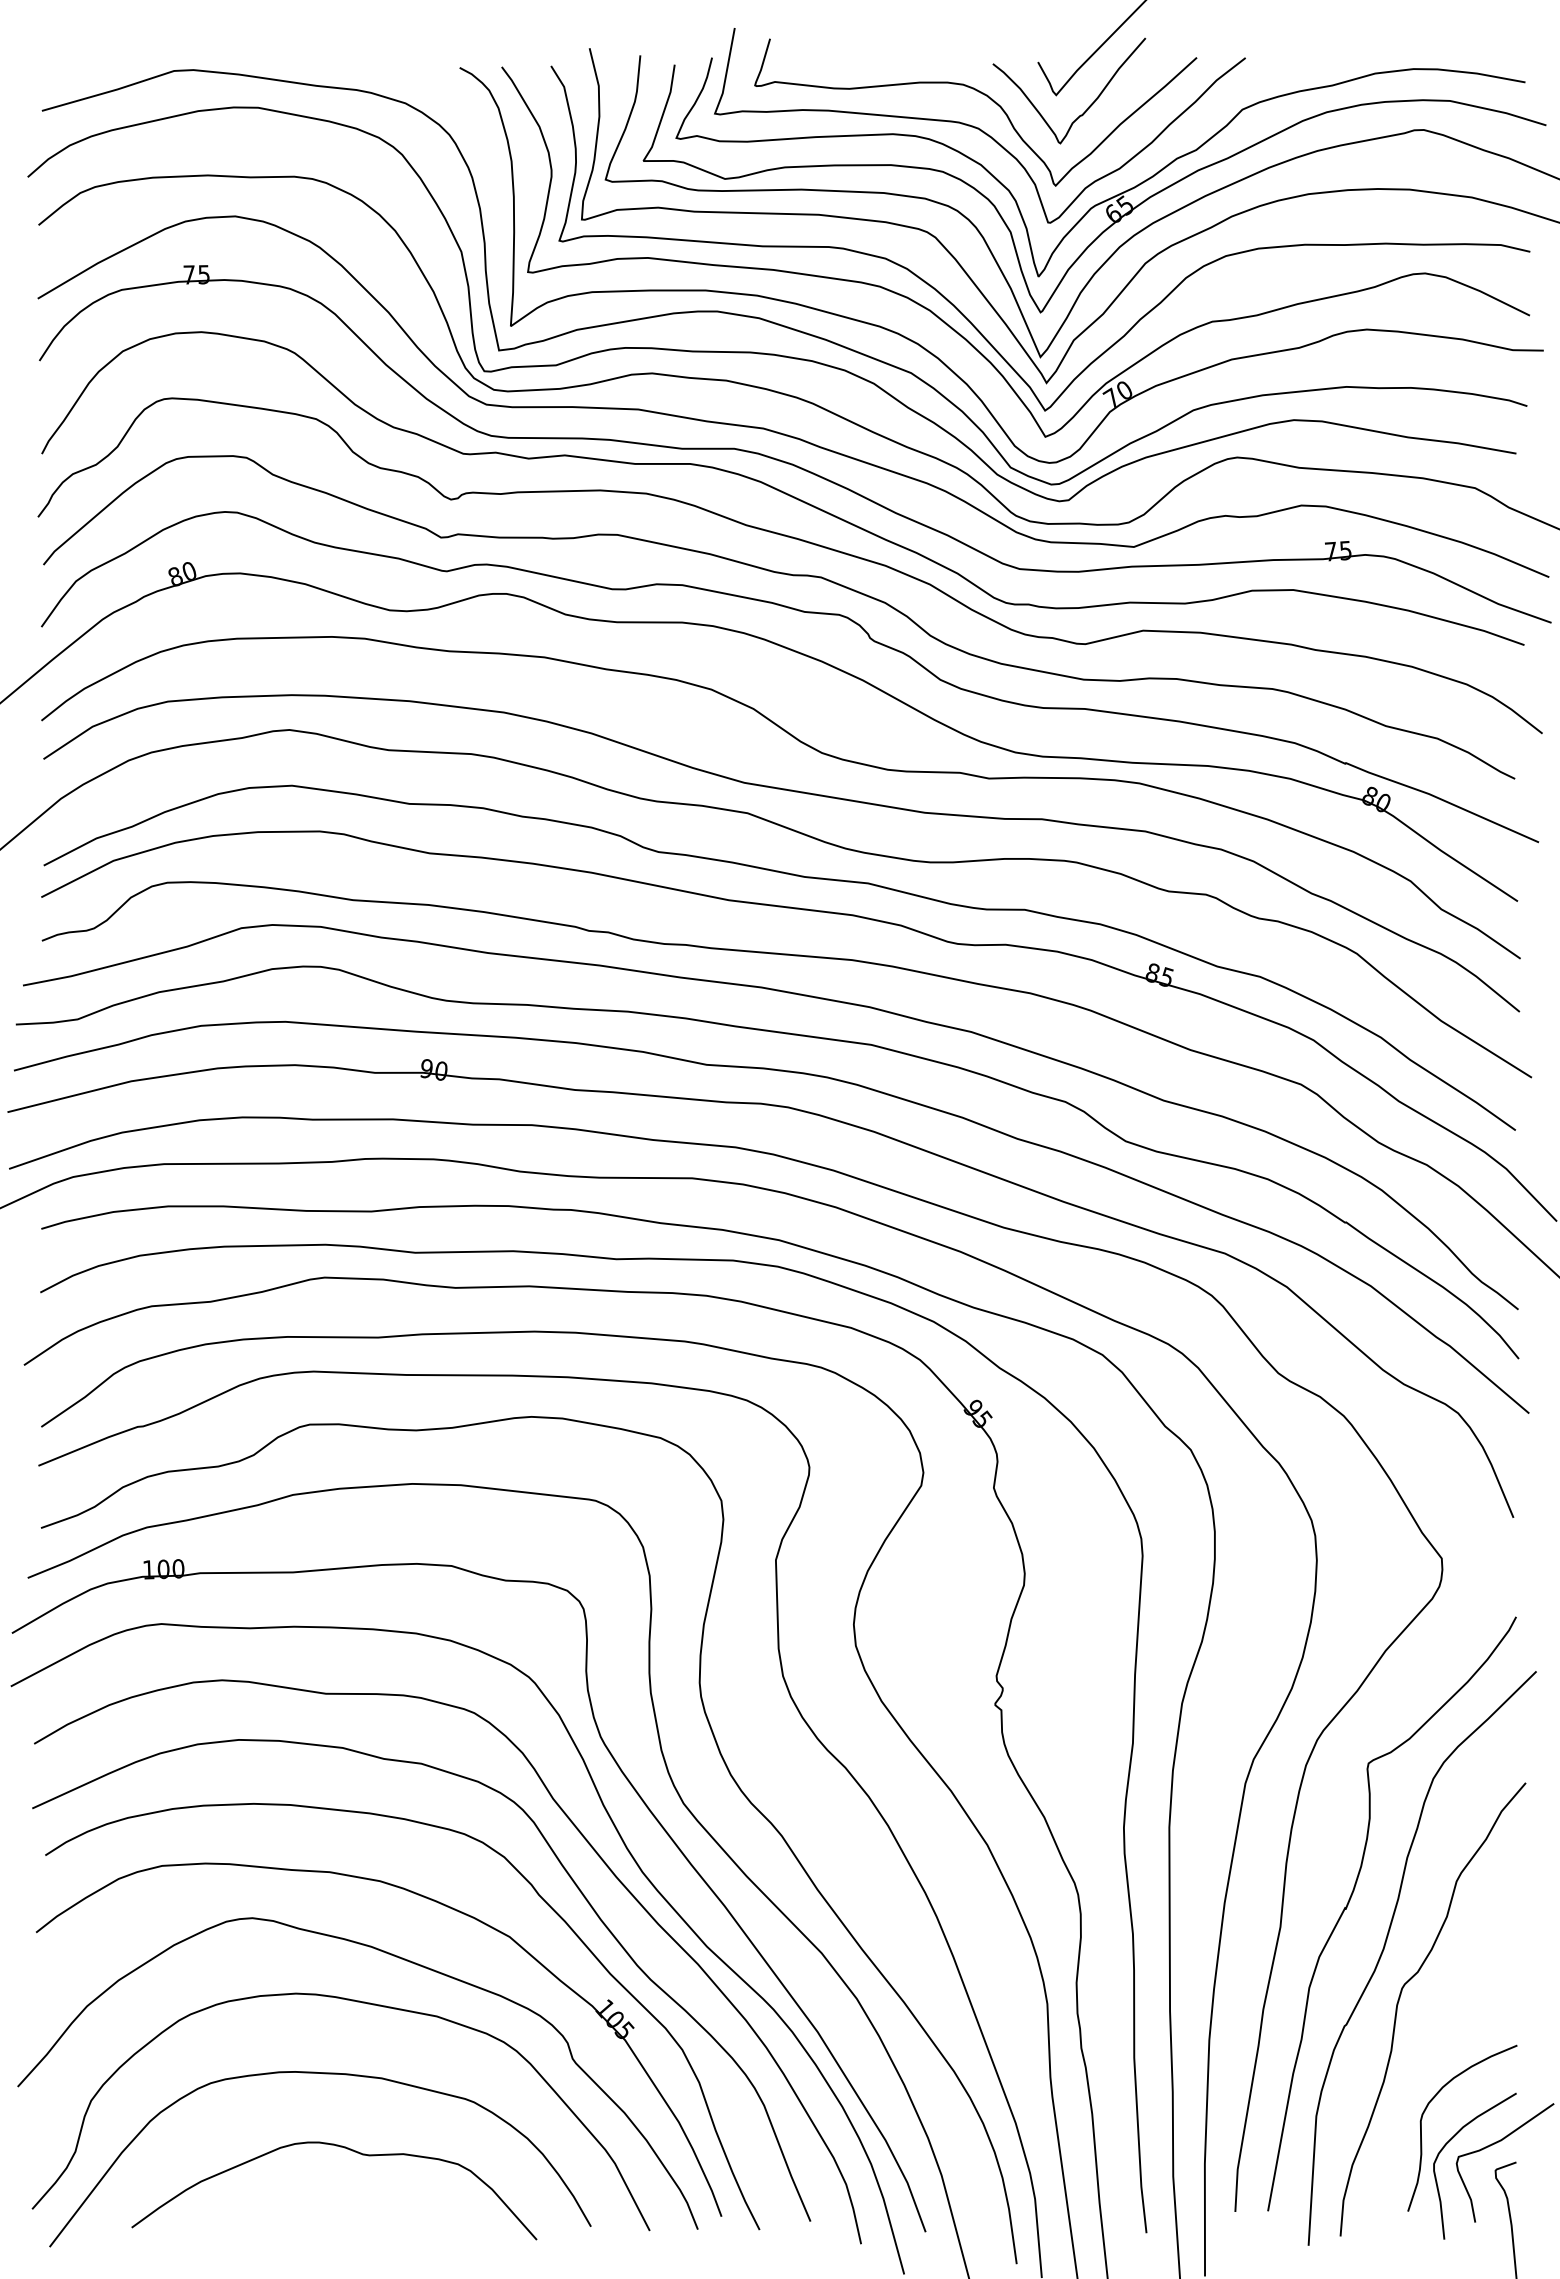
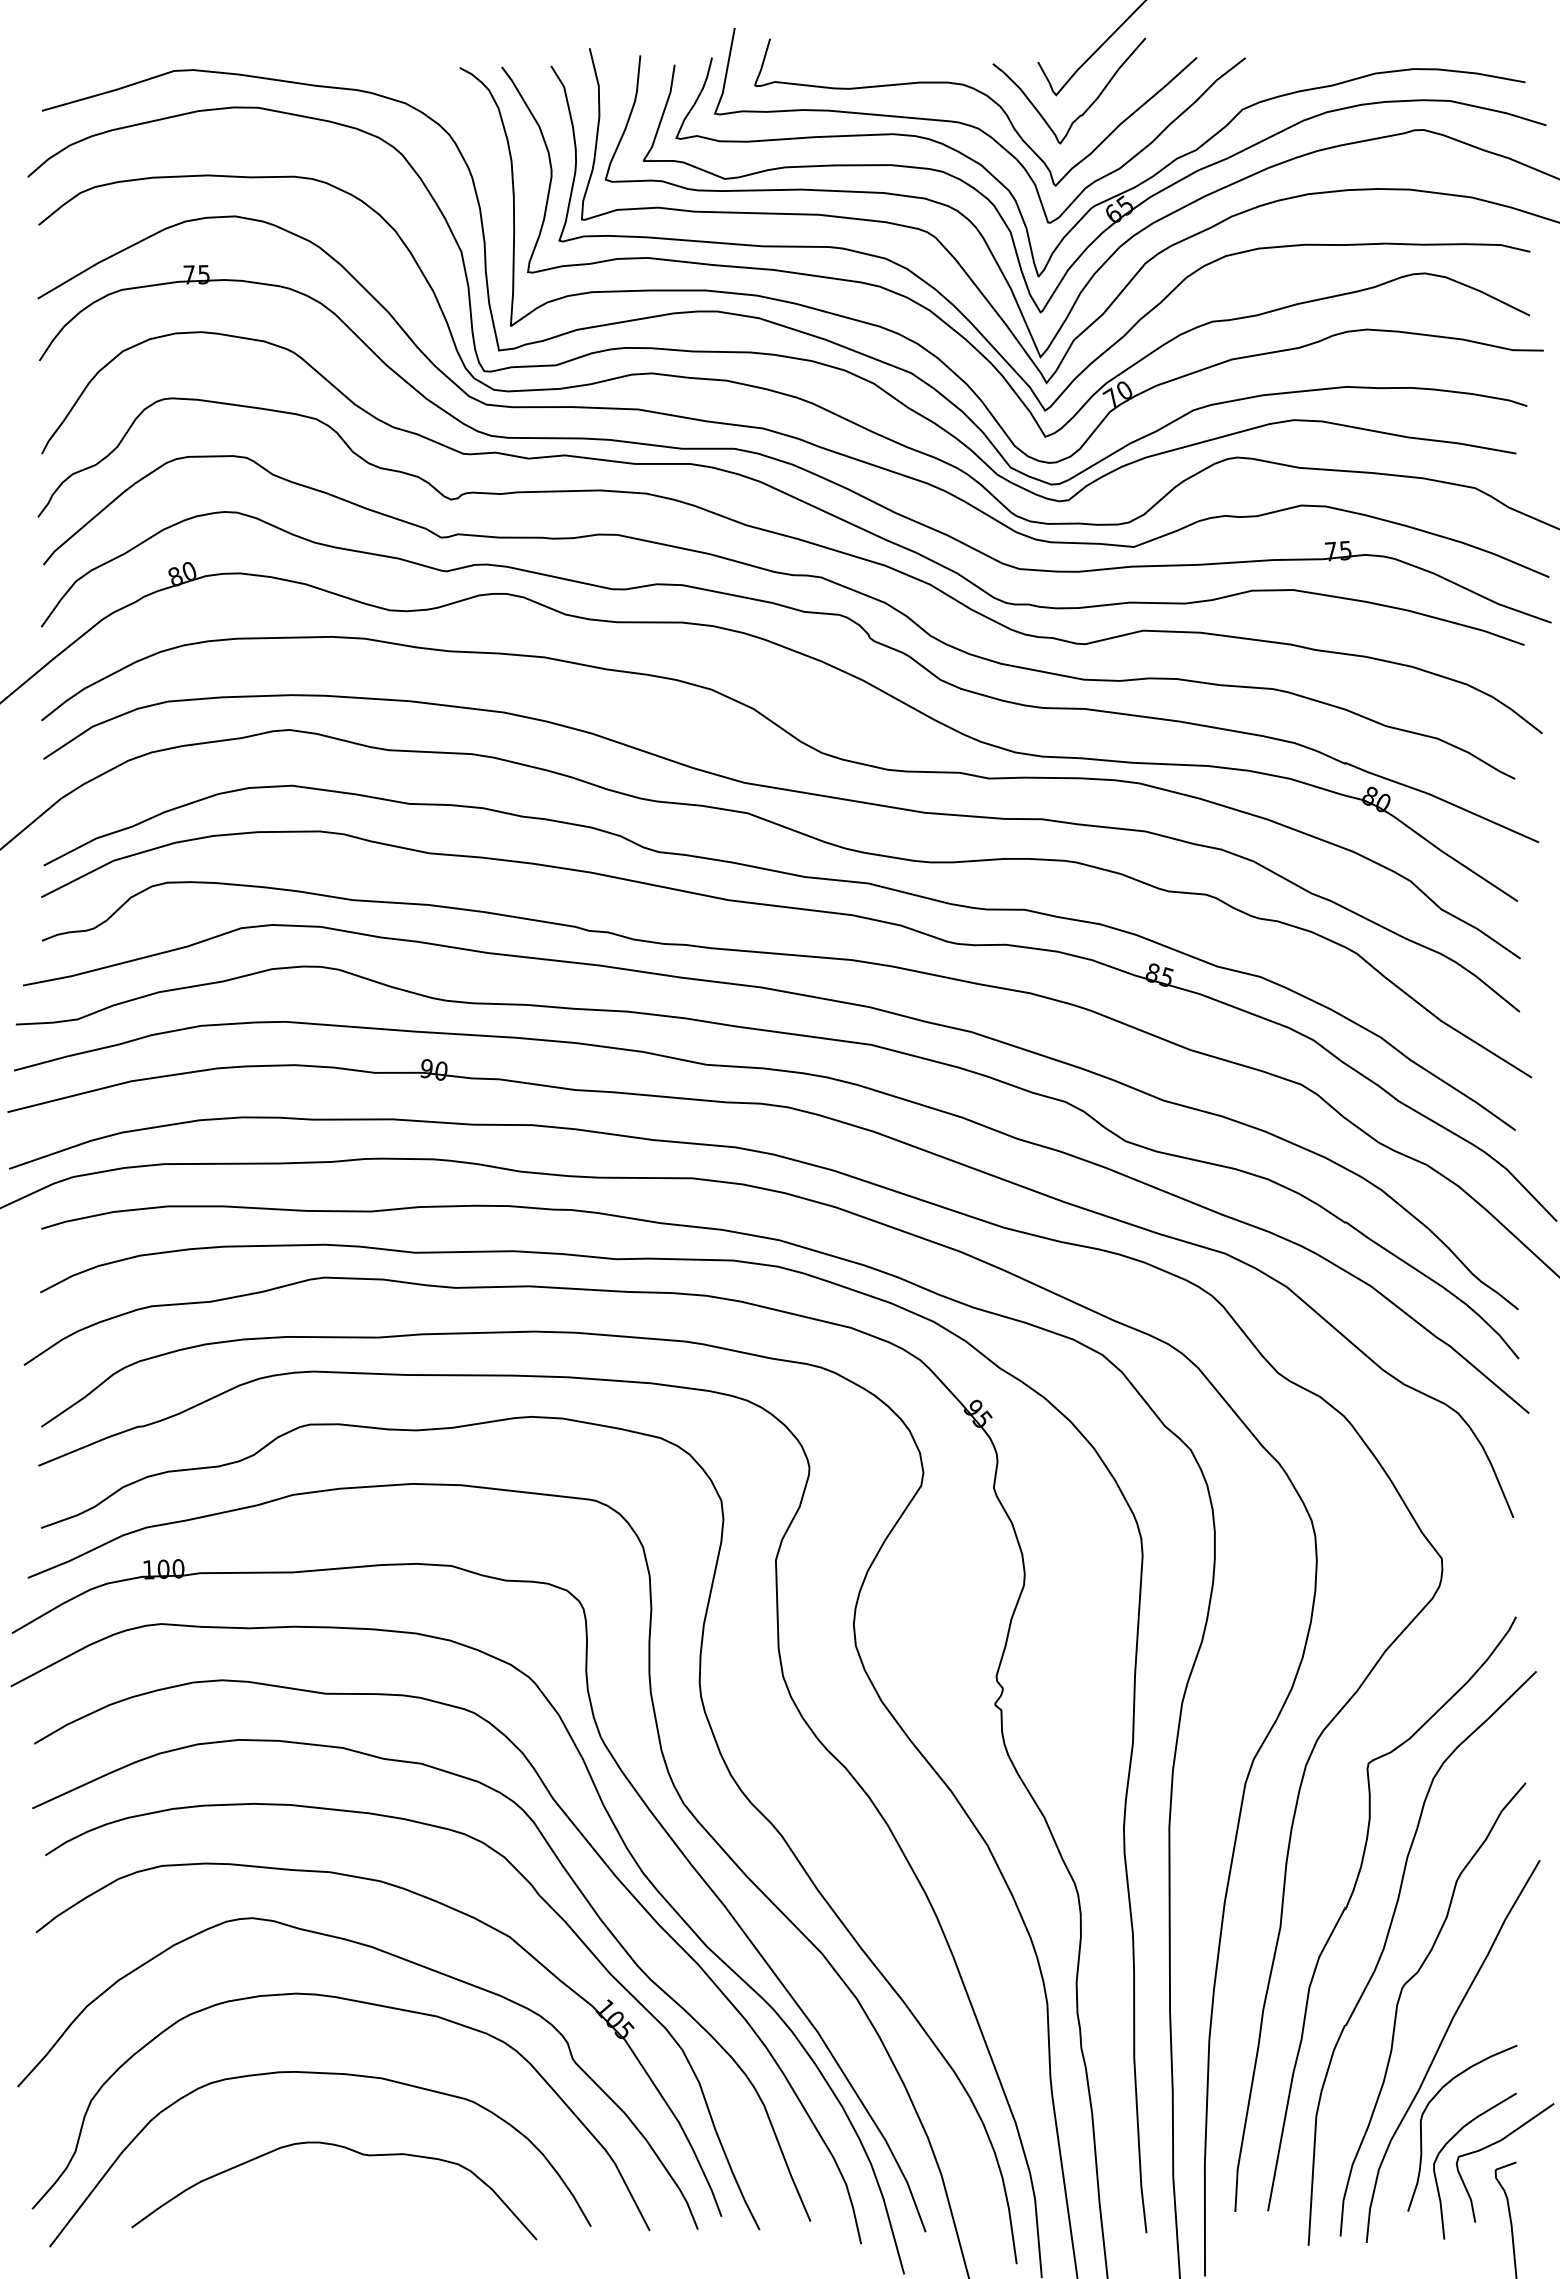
curve at (1441, 2045): none -> present
